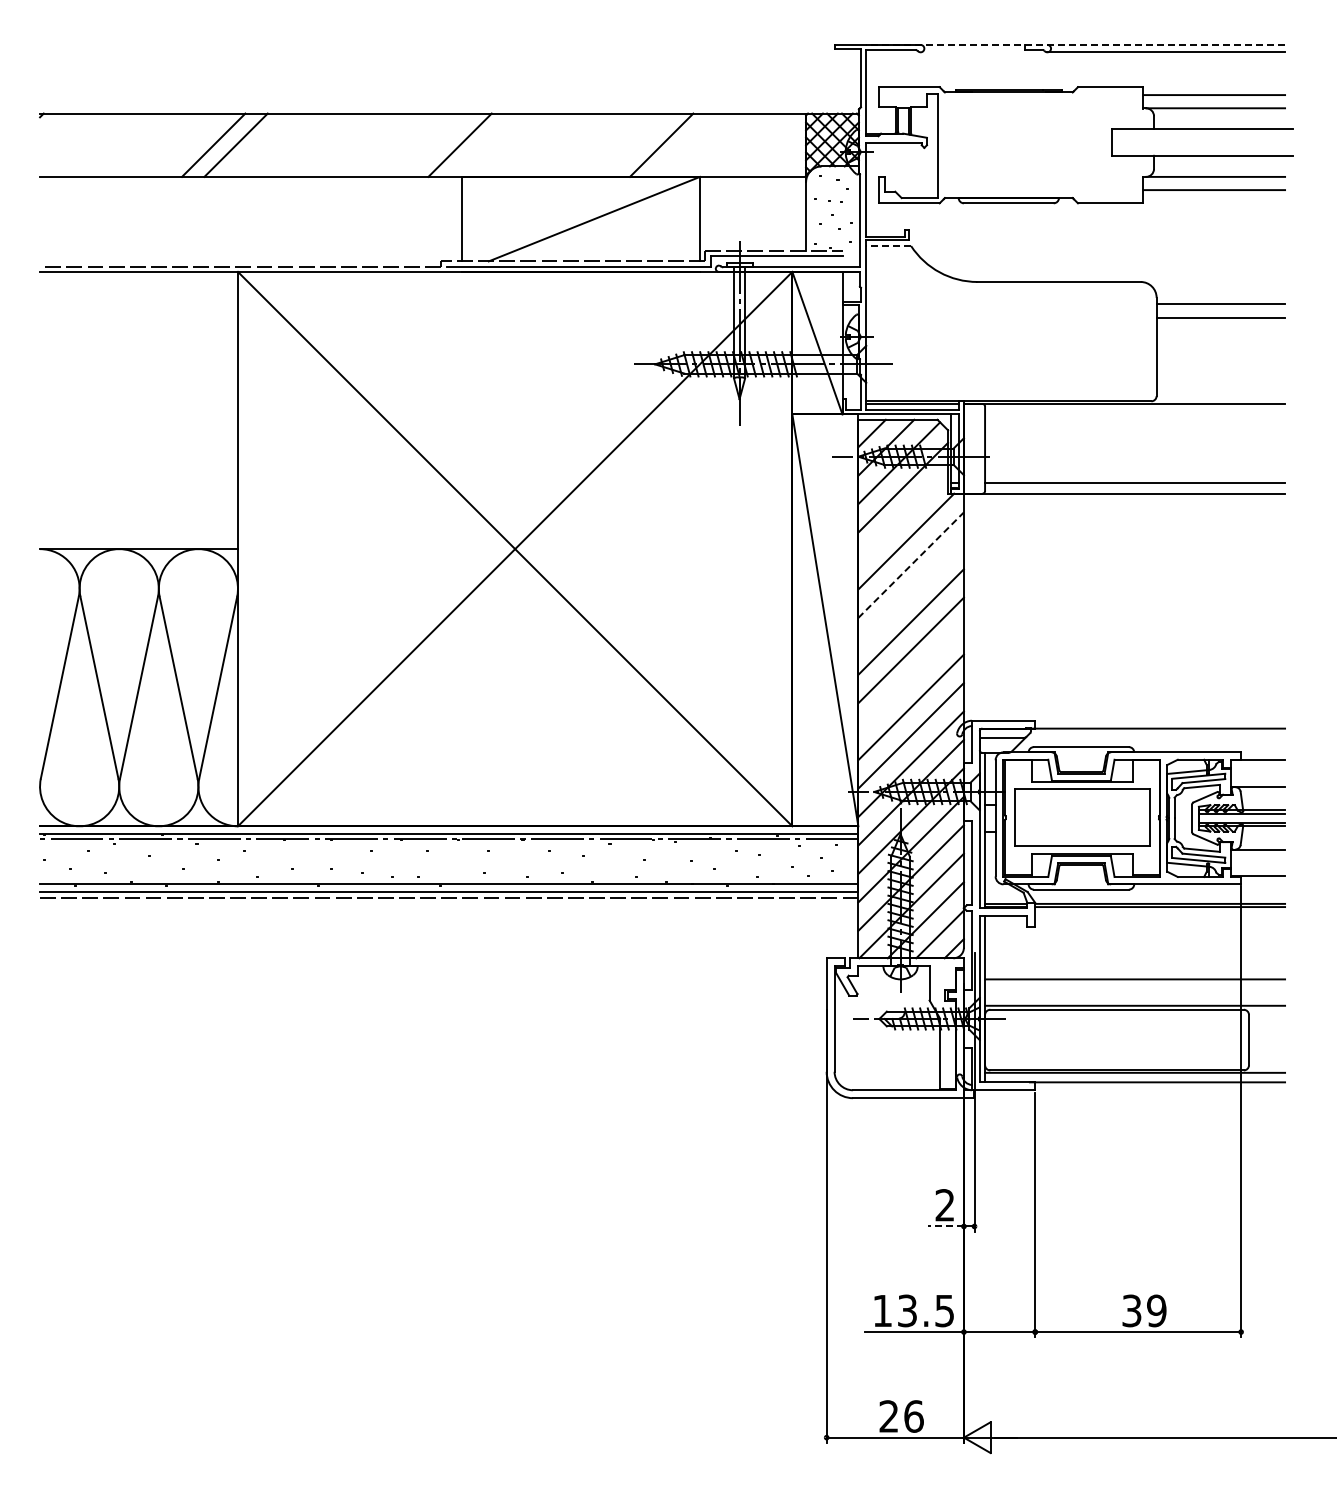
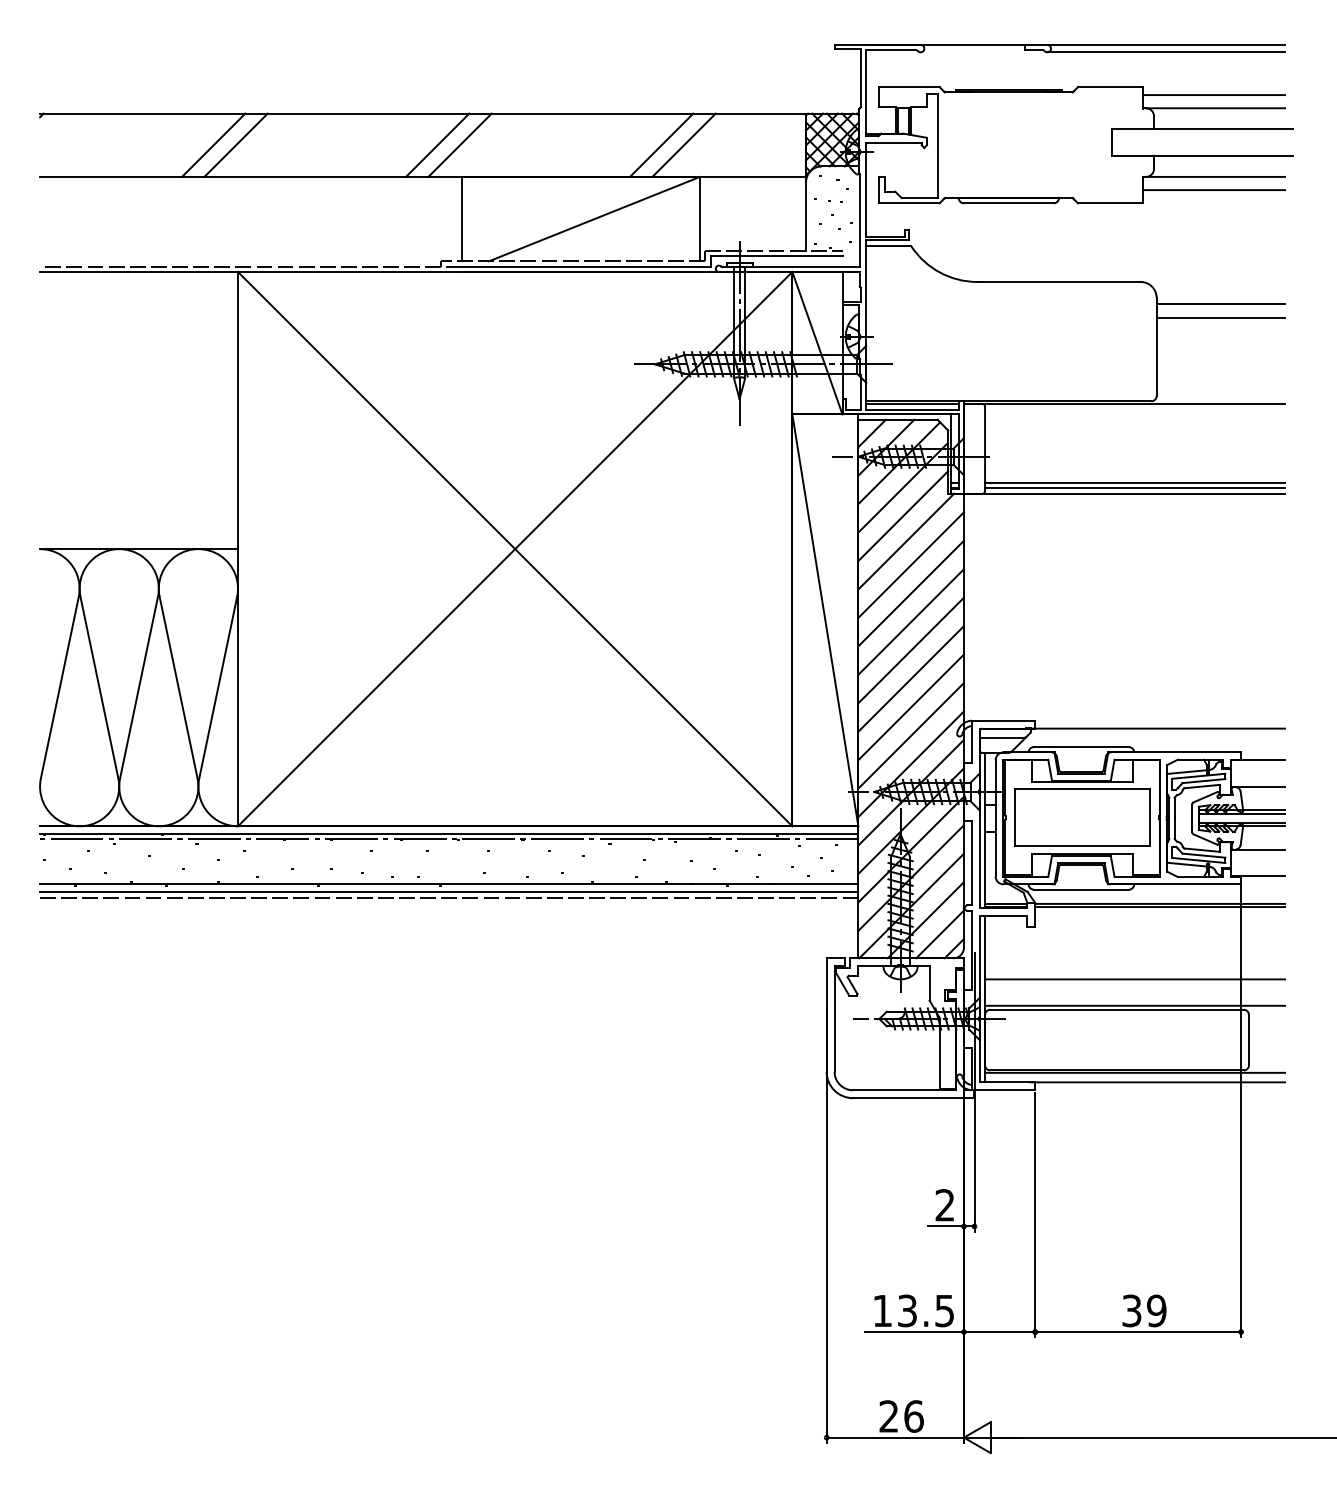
line at (1075, 44): dashed -> solid
line at (437, 144): none -> present
line at (683, 144): none -> present
line at (888, 246): dashed -> solid
line at (1135, 488): none -> present
line at (903, 516): none -> present
line at (911, 565): dashed -> solid
line at (910, 593): none -> present
line at (910, 678): none -> present
line at (945, 1226): dashed -> solid
